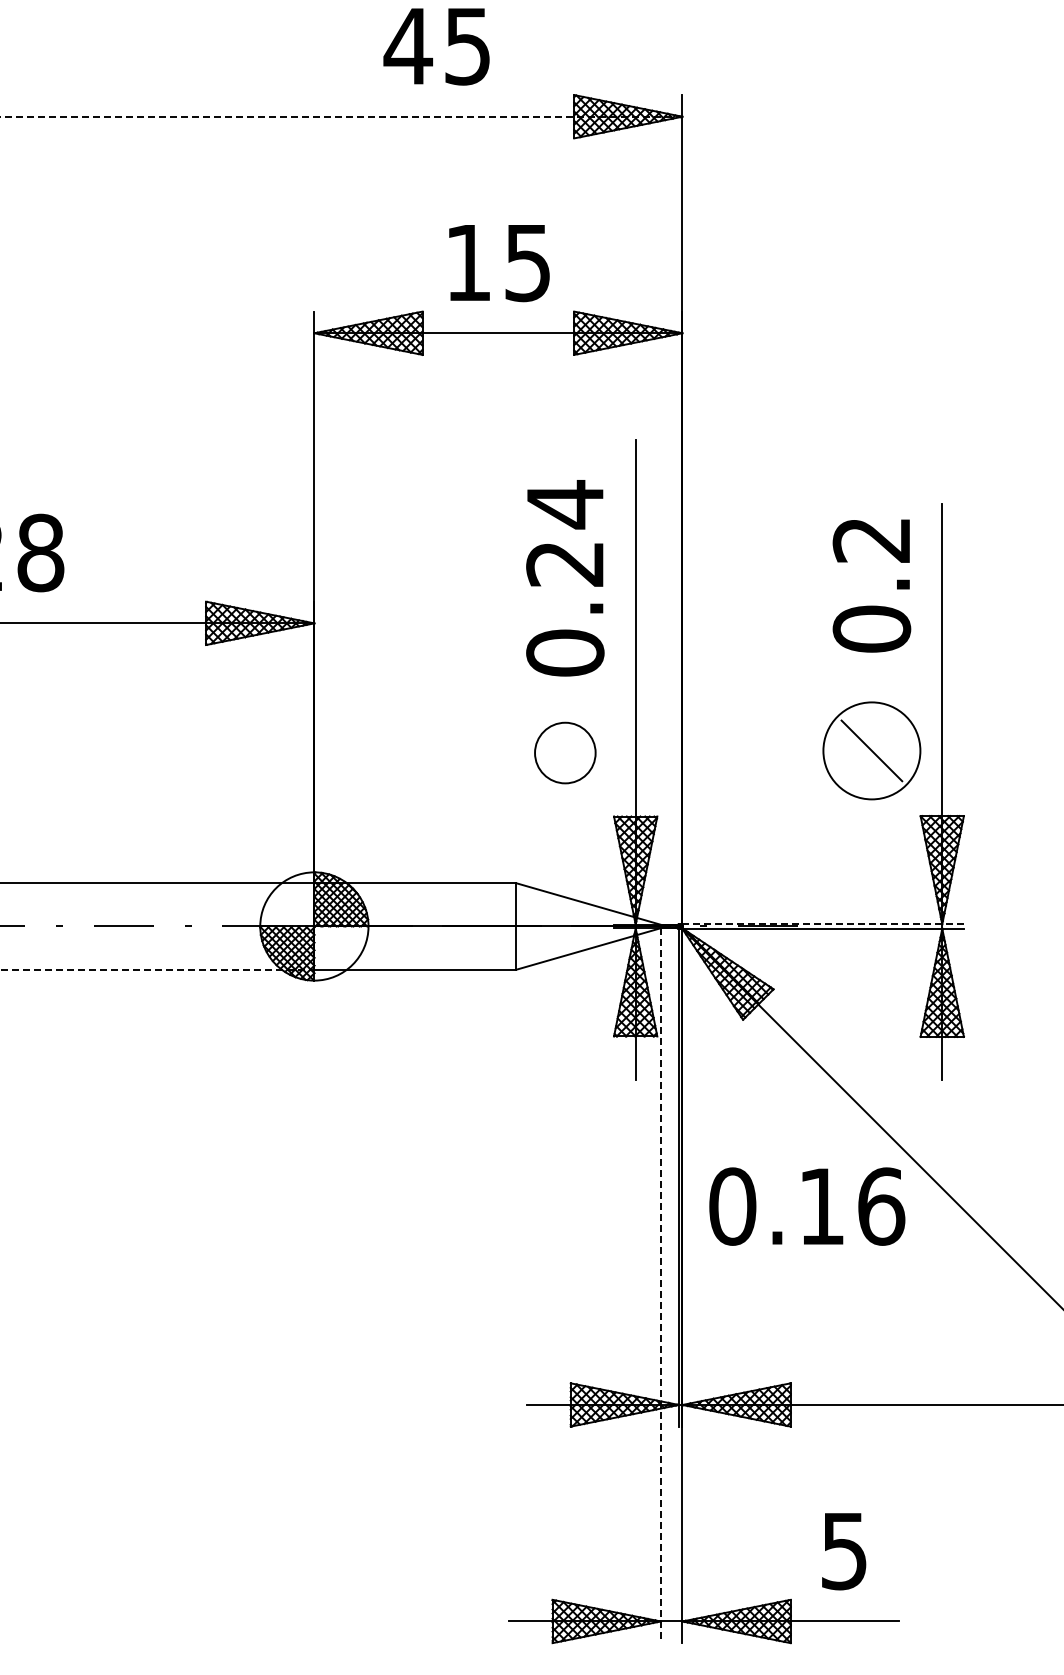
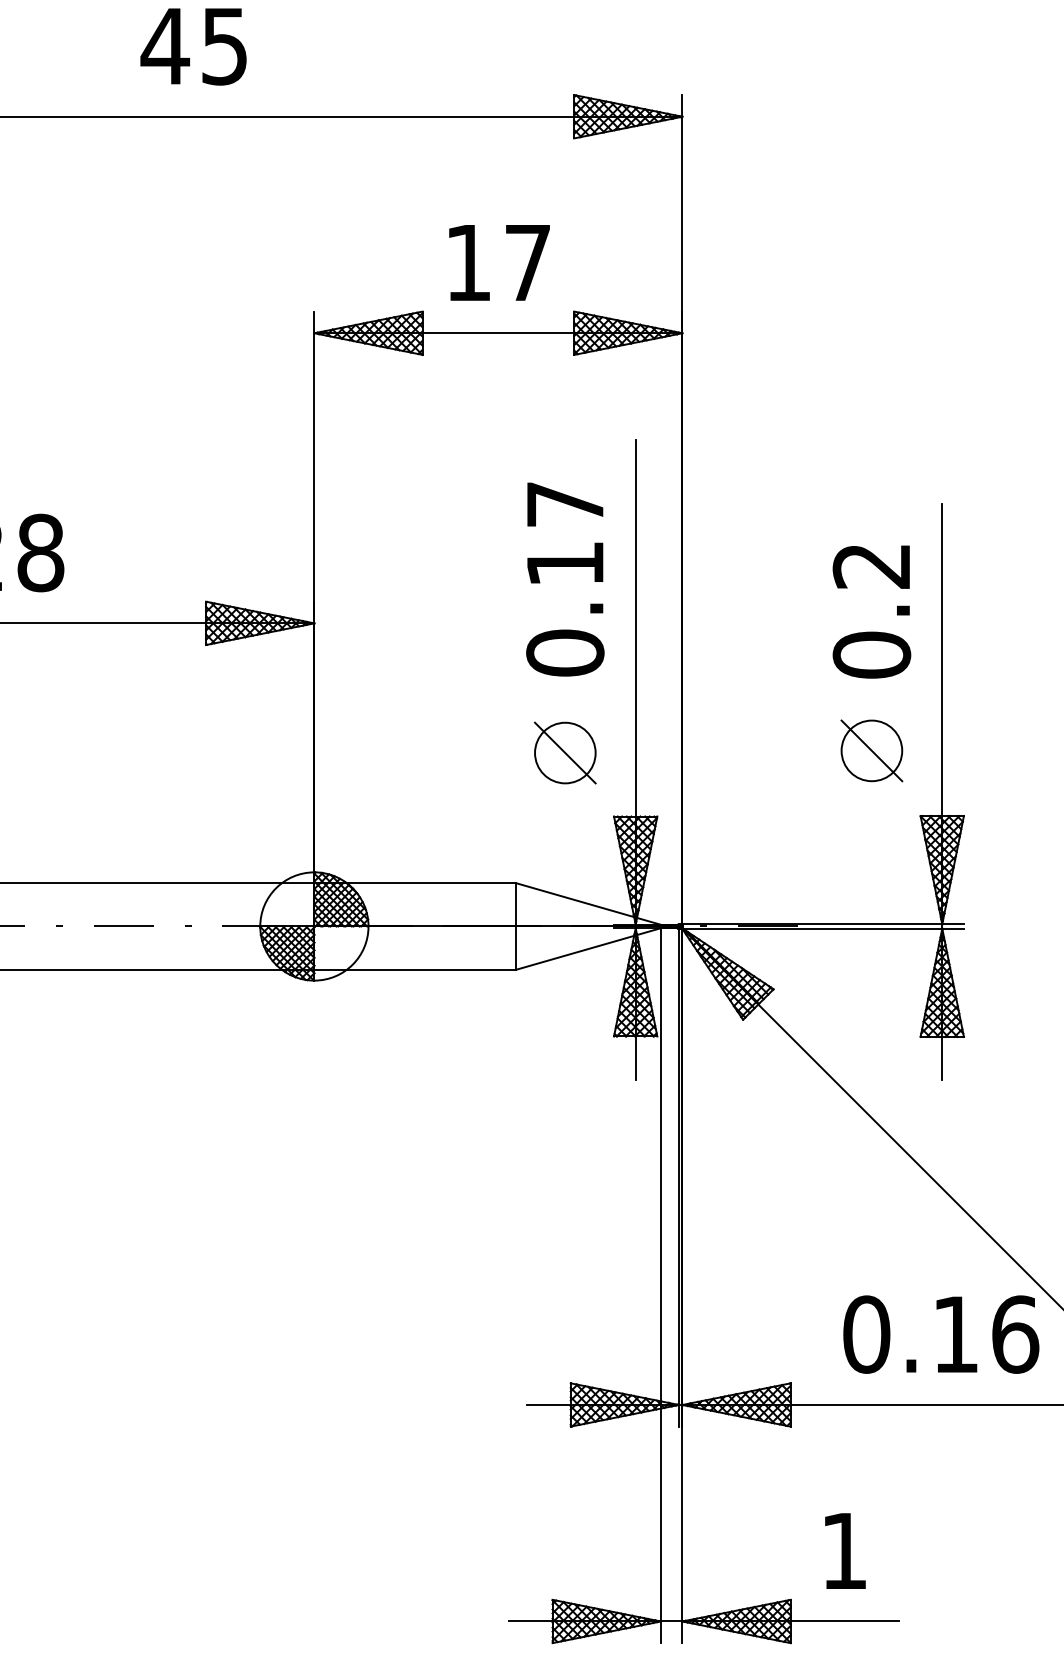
text at (436, 46) position: (436, 46) -> (193, 46)
line at (341, 116): dashed -> solid
text at (527, 263): 15 -> 17
text at (564, 533): 0.24 -> 0.17
text at (871, 585) position: (871, 585) -> (871, 611)
circle at (871, 750) diameter: 97 px -> 61 px
line at (565, 752): none -> present
line at (822, 924): dashed -> solid
line at (157, 969): dashed -> solid
text at (807, 1206) position: (807, 1206) -> (941, 1334)
line at (660, 1286): dashed -> solid
text at (844, 1551): 5 -> 1
